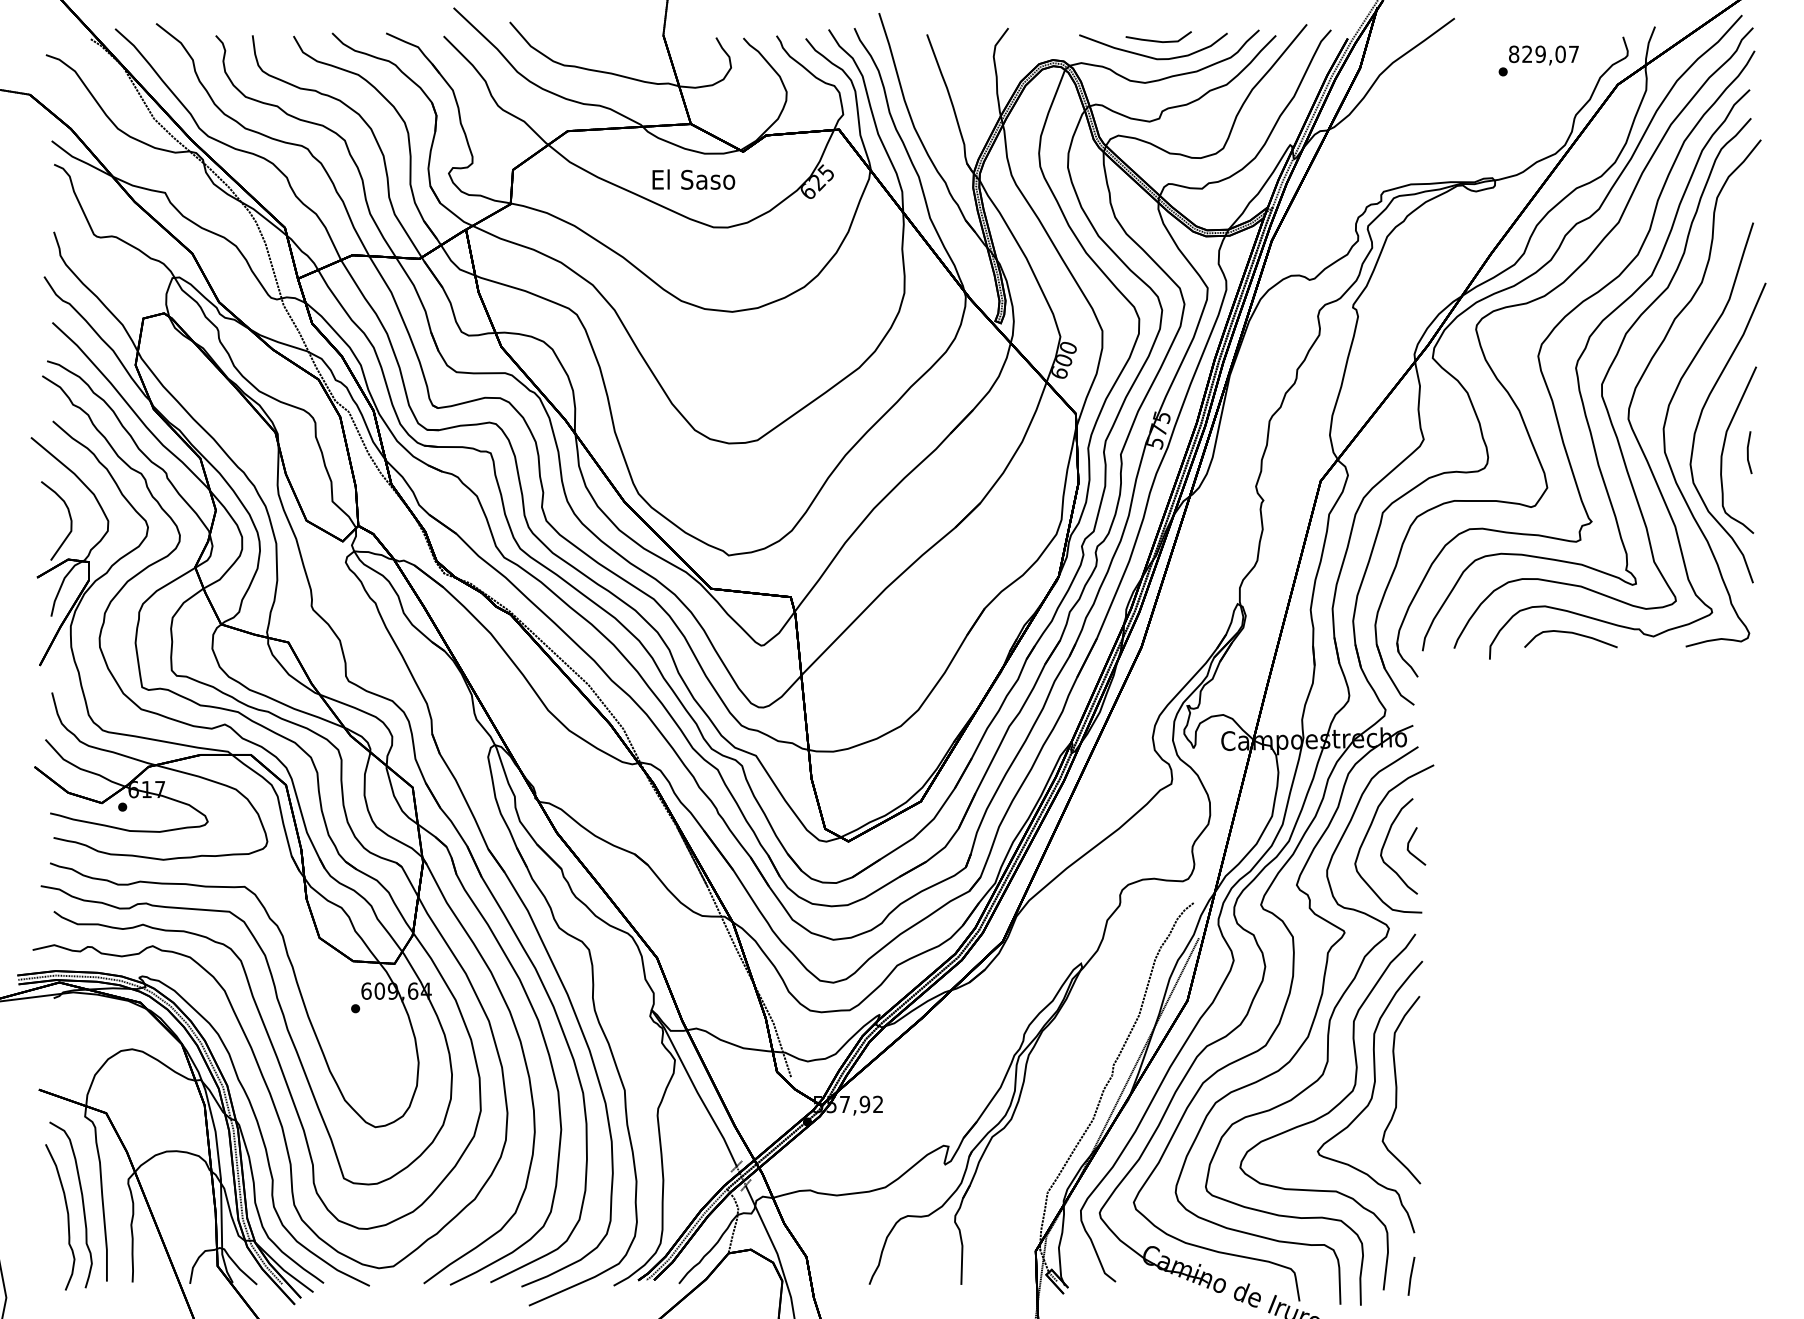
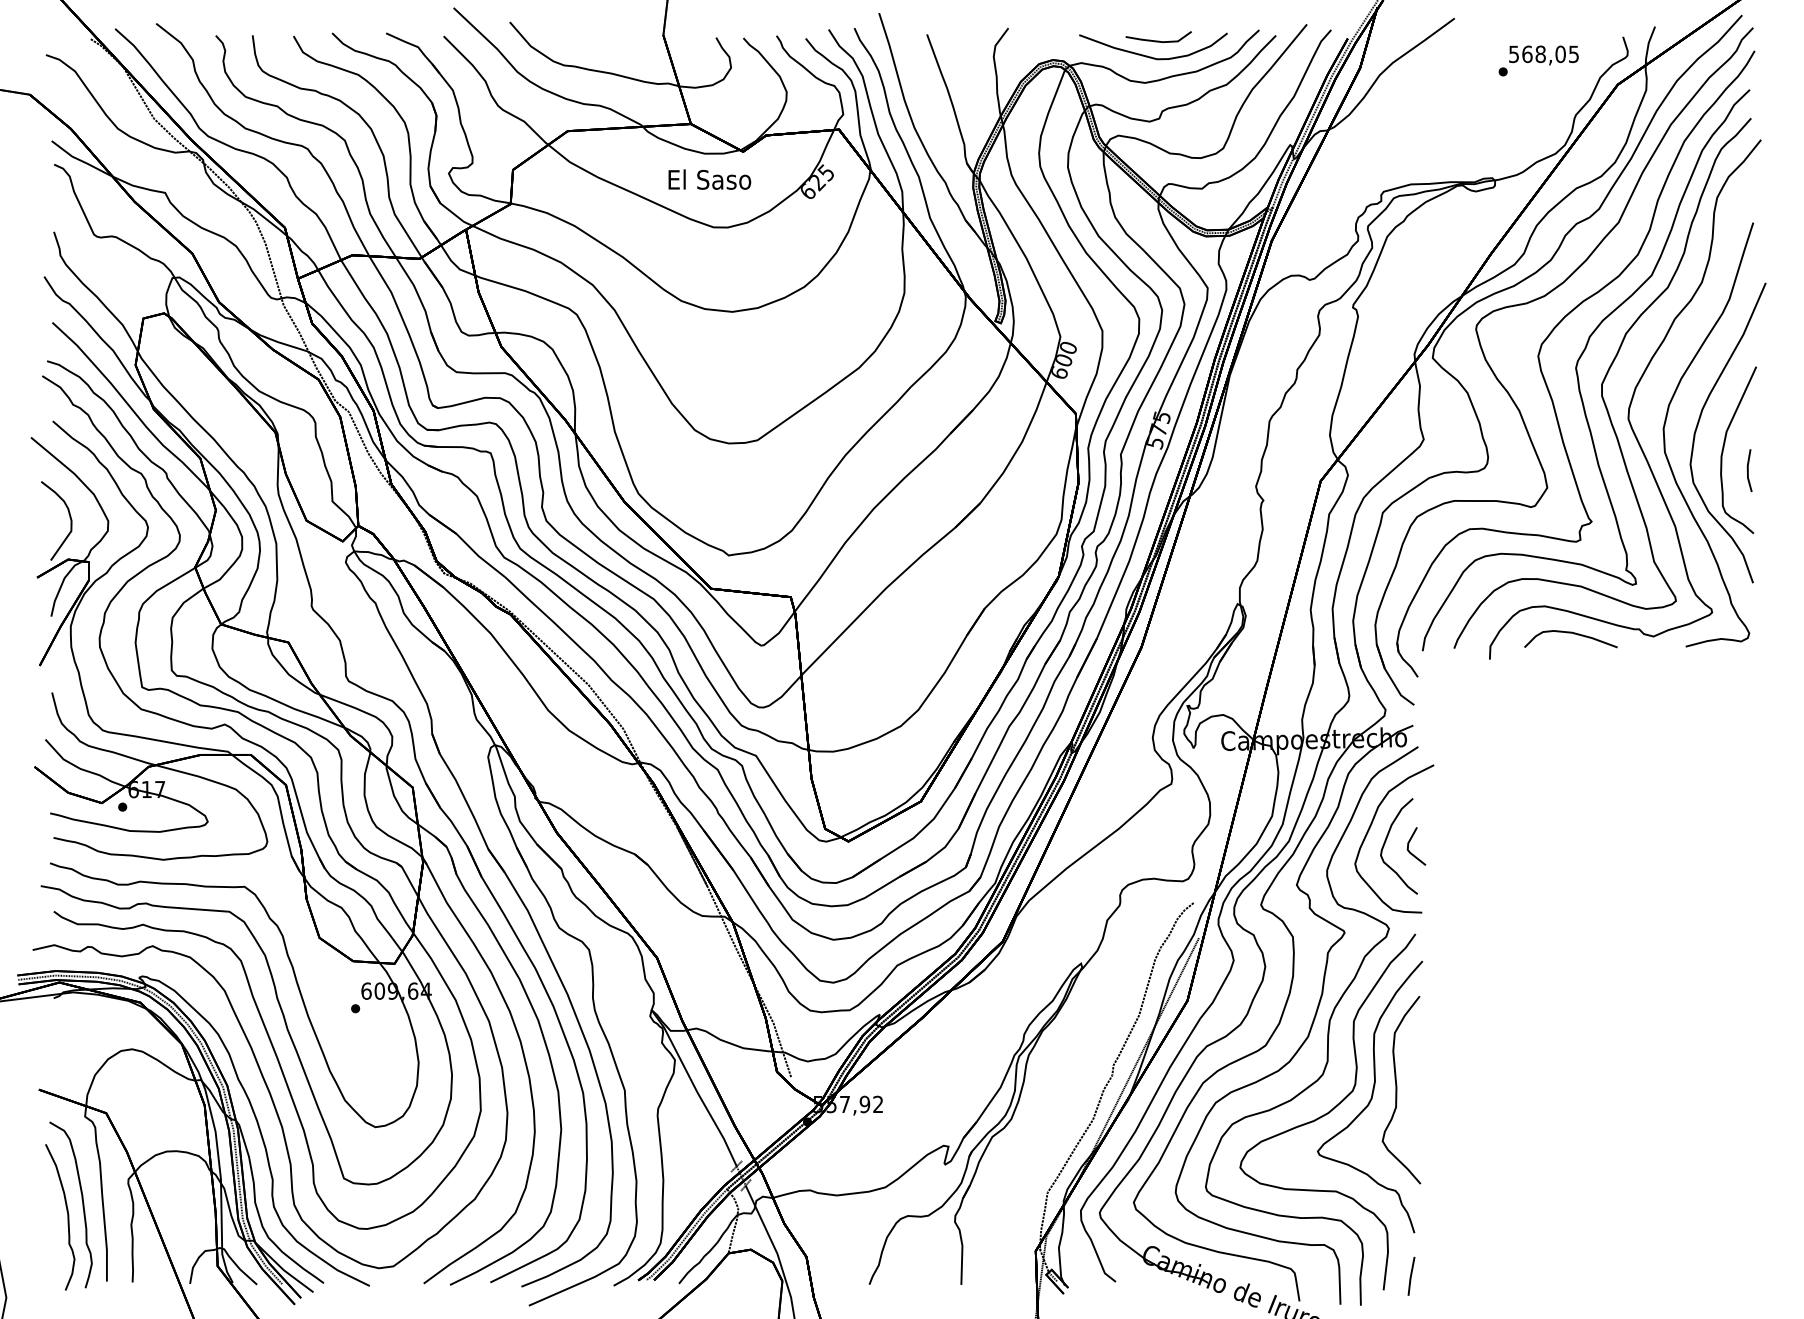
text at (1543, 54): 829,07 -> 568,05
text at (693, 179) position: (693, 179) -> (709, 179)
part at (1749, 452) position: (1749, 452) -> (1749, 470)
